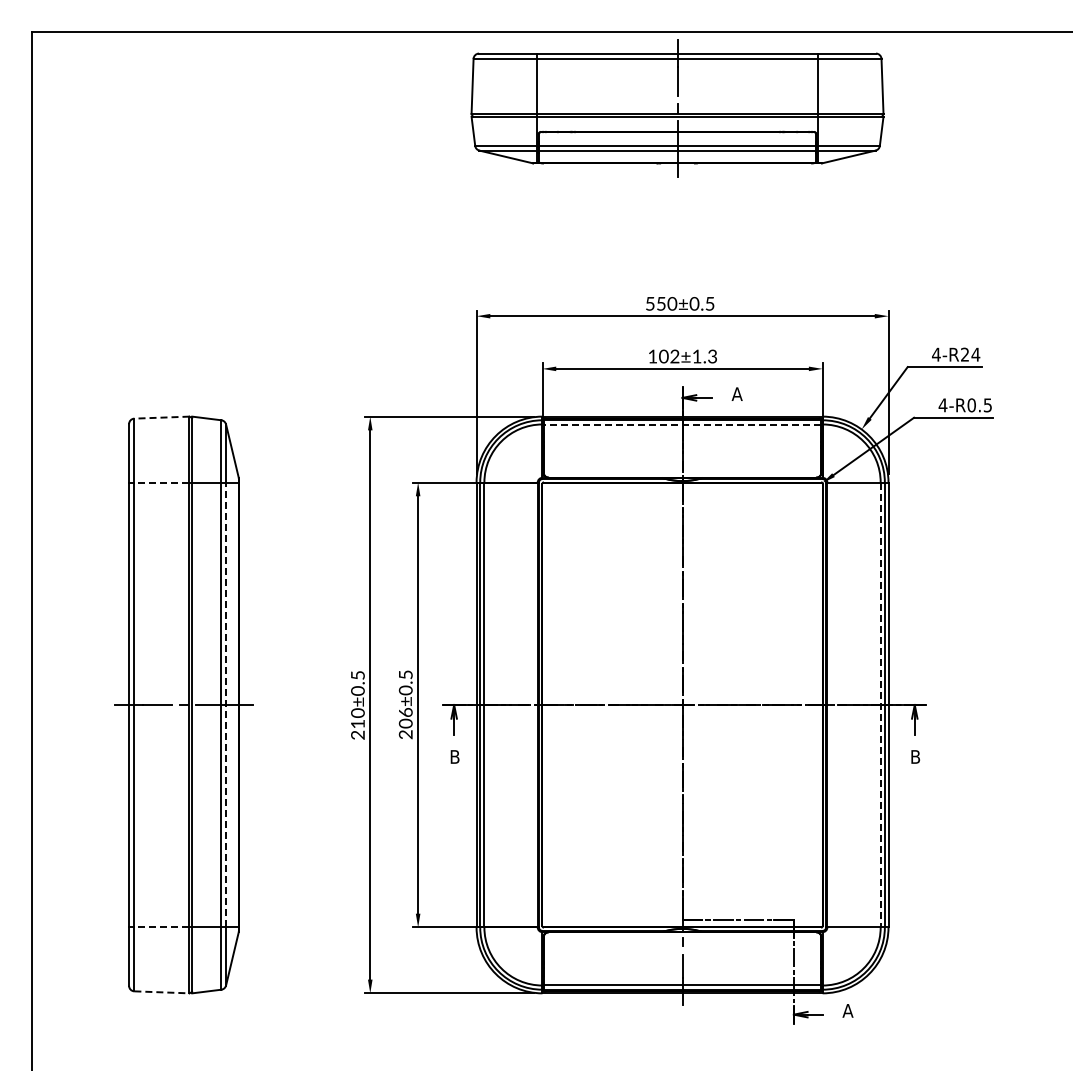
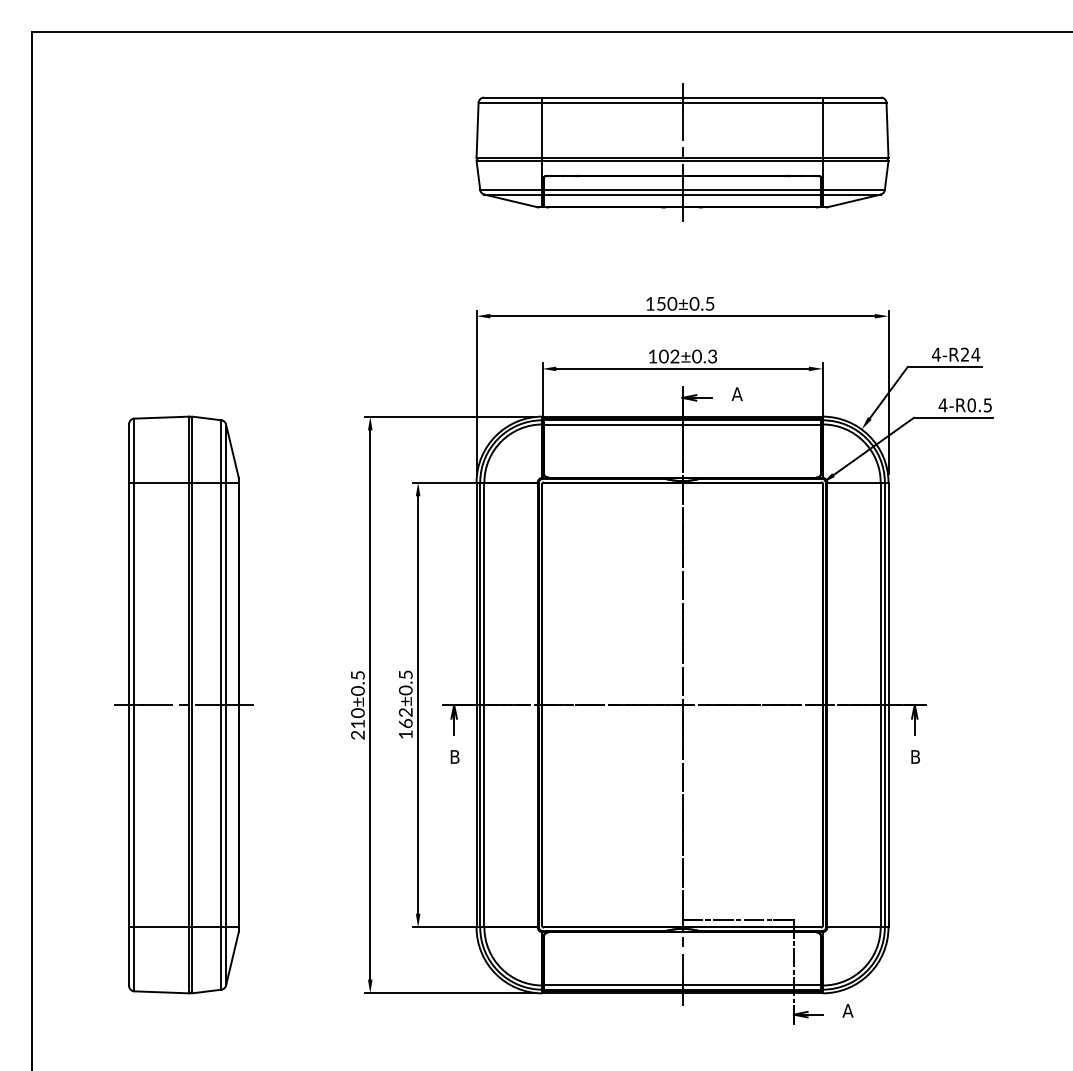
part at (677, 108) position: (677, 108) -> (682, 152)
text at (650, 303): 550±0.5 -> 150±0.5
text at (696, 356): 102±1.3 -> 102±0.3
line at (161, 417): dashed -> solid
line at (682, 424): dashed -> solid
line at (161, 482): dashed -> solid
line at (226, 704): dashed -> solid
line at (880, 705): dashed -> solid
text at (405, 723): 206±0.5 -> 162±0.5
line at (161, 927): dashed -> solid
line at (161, 992): dashed -> solid
